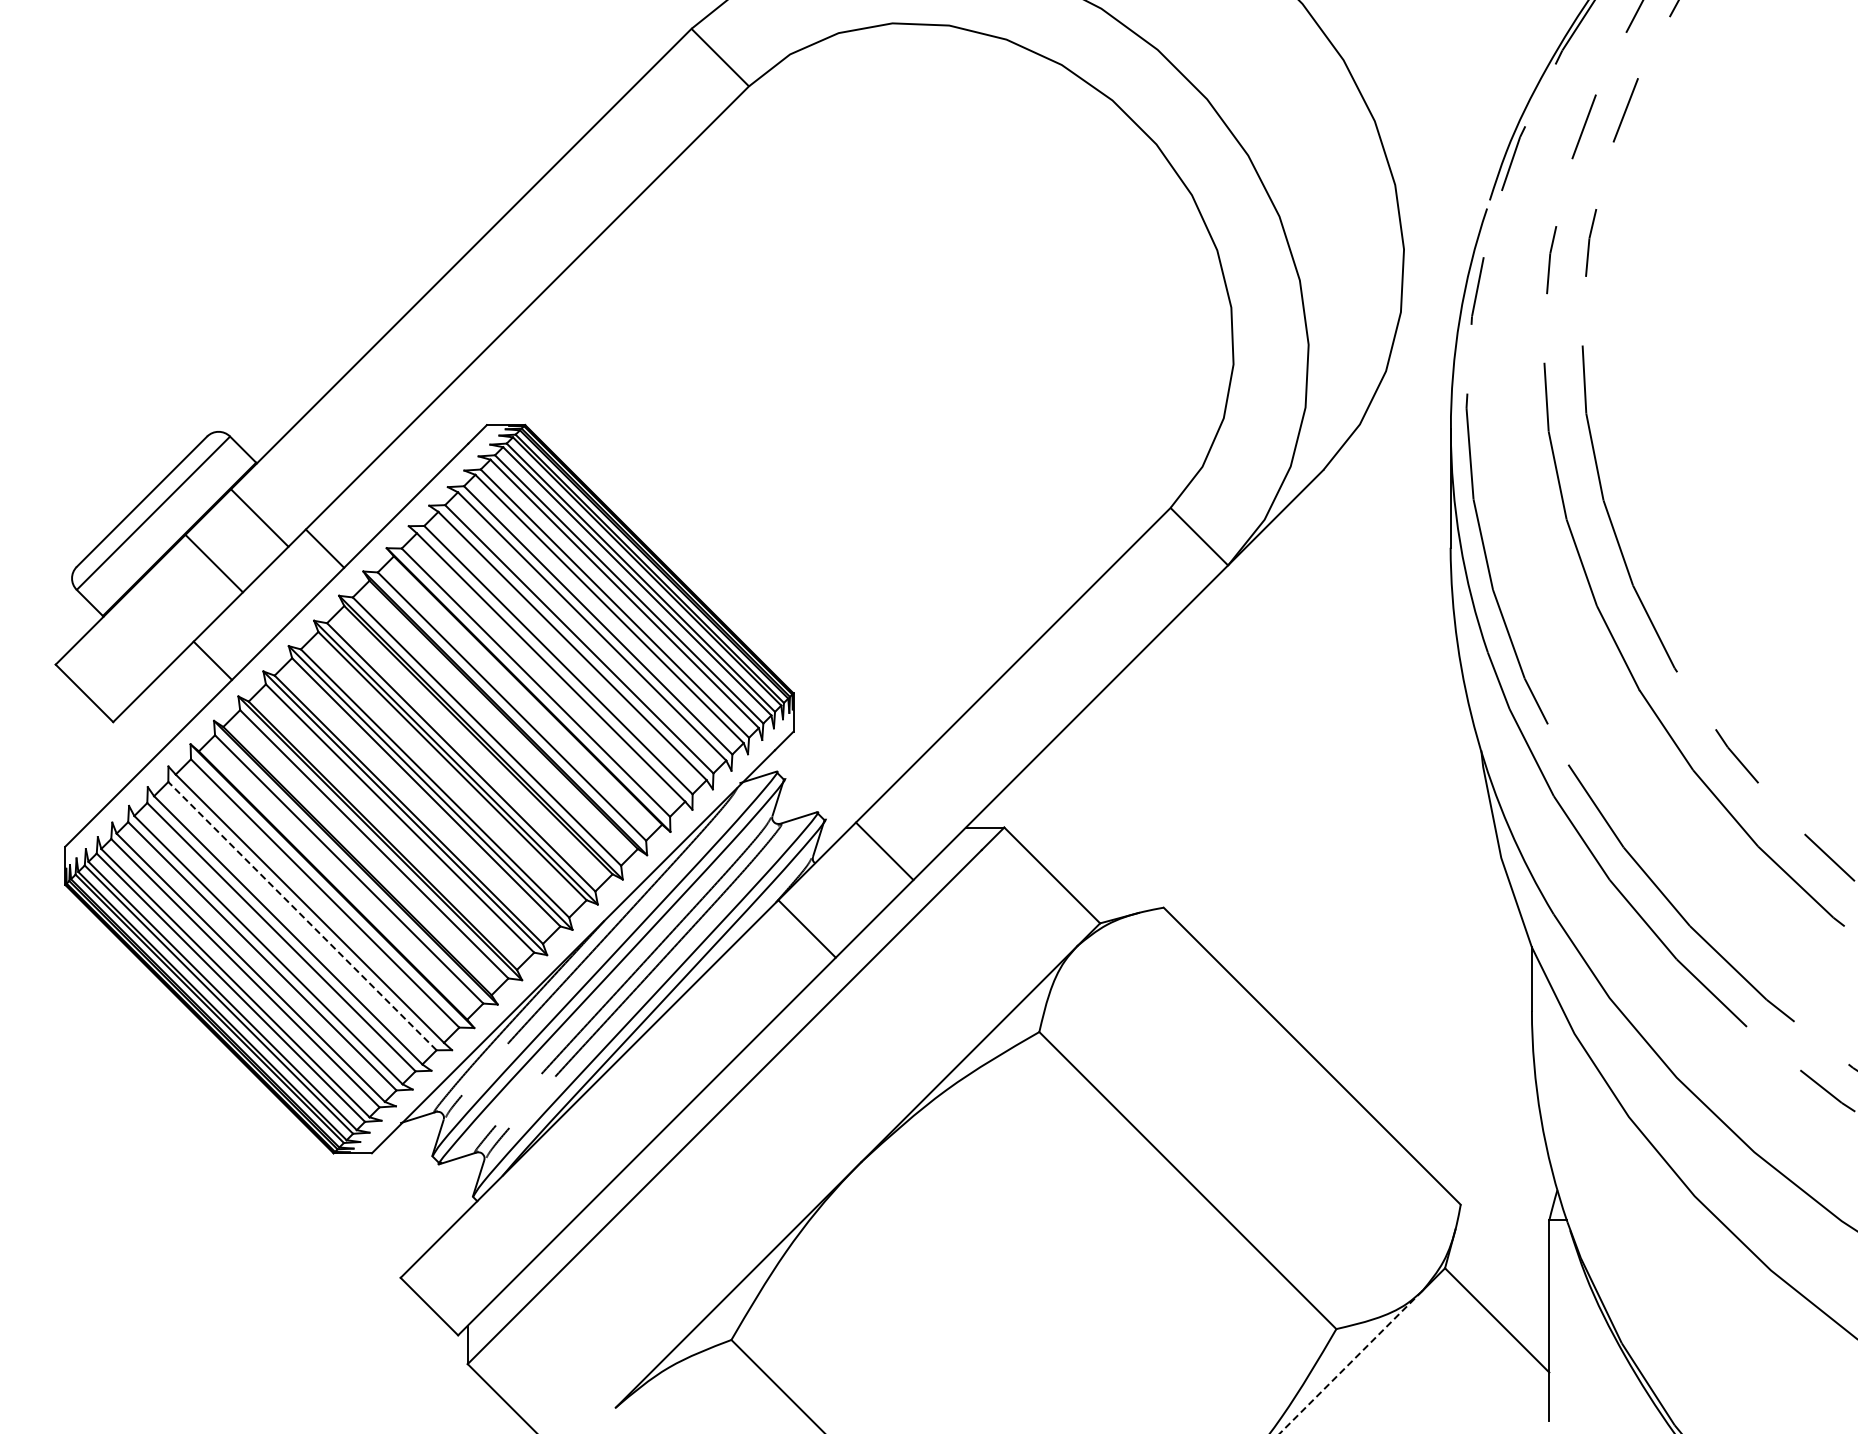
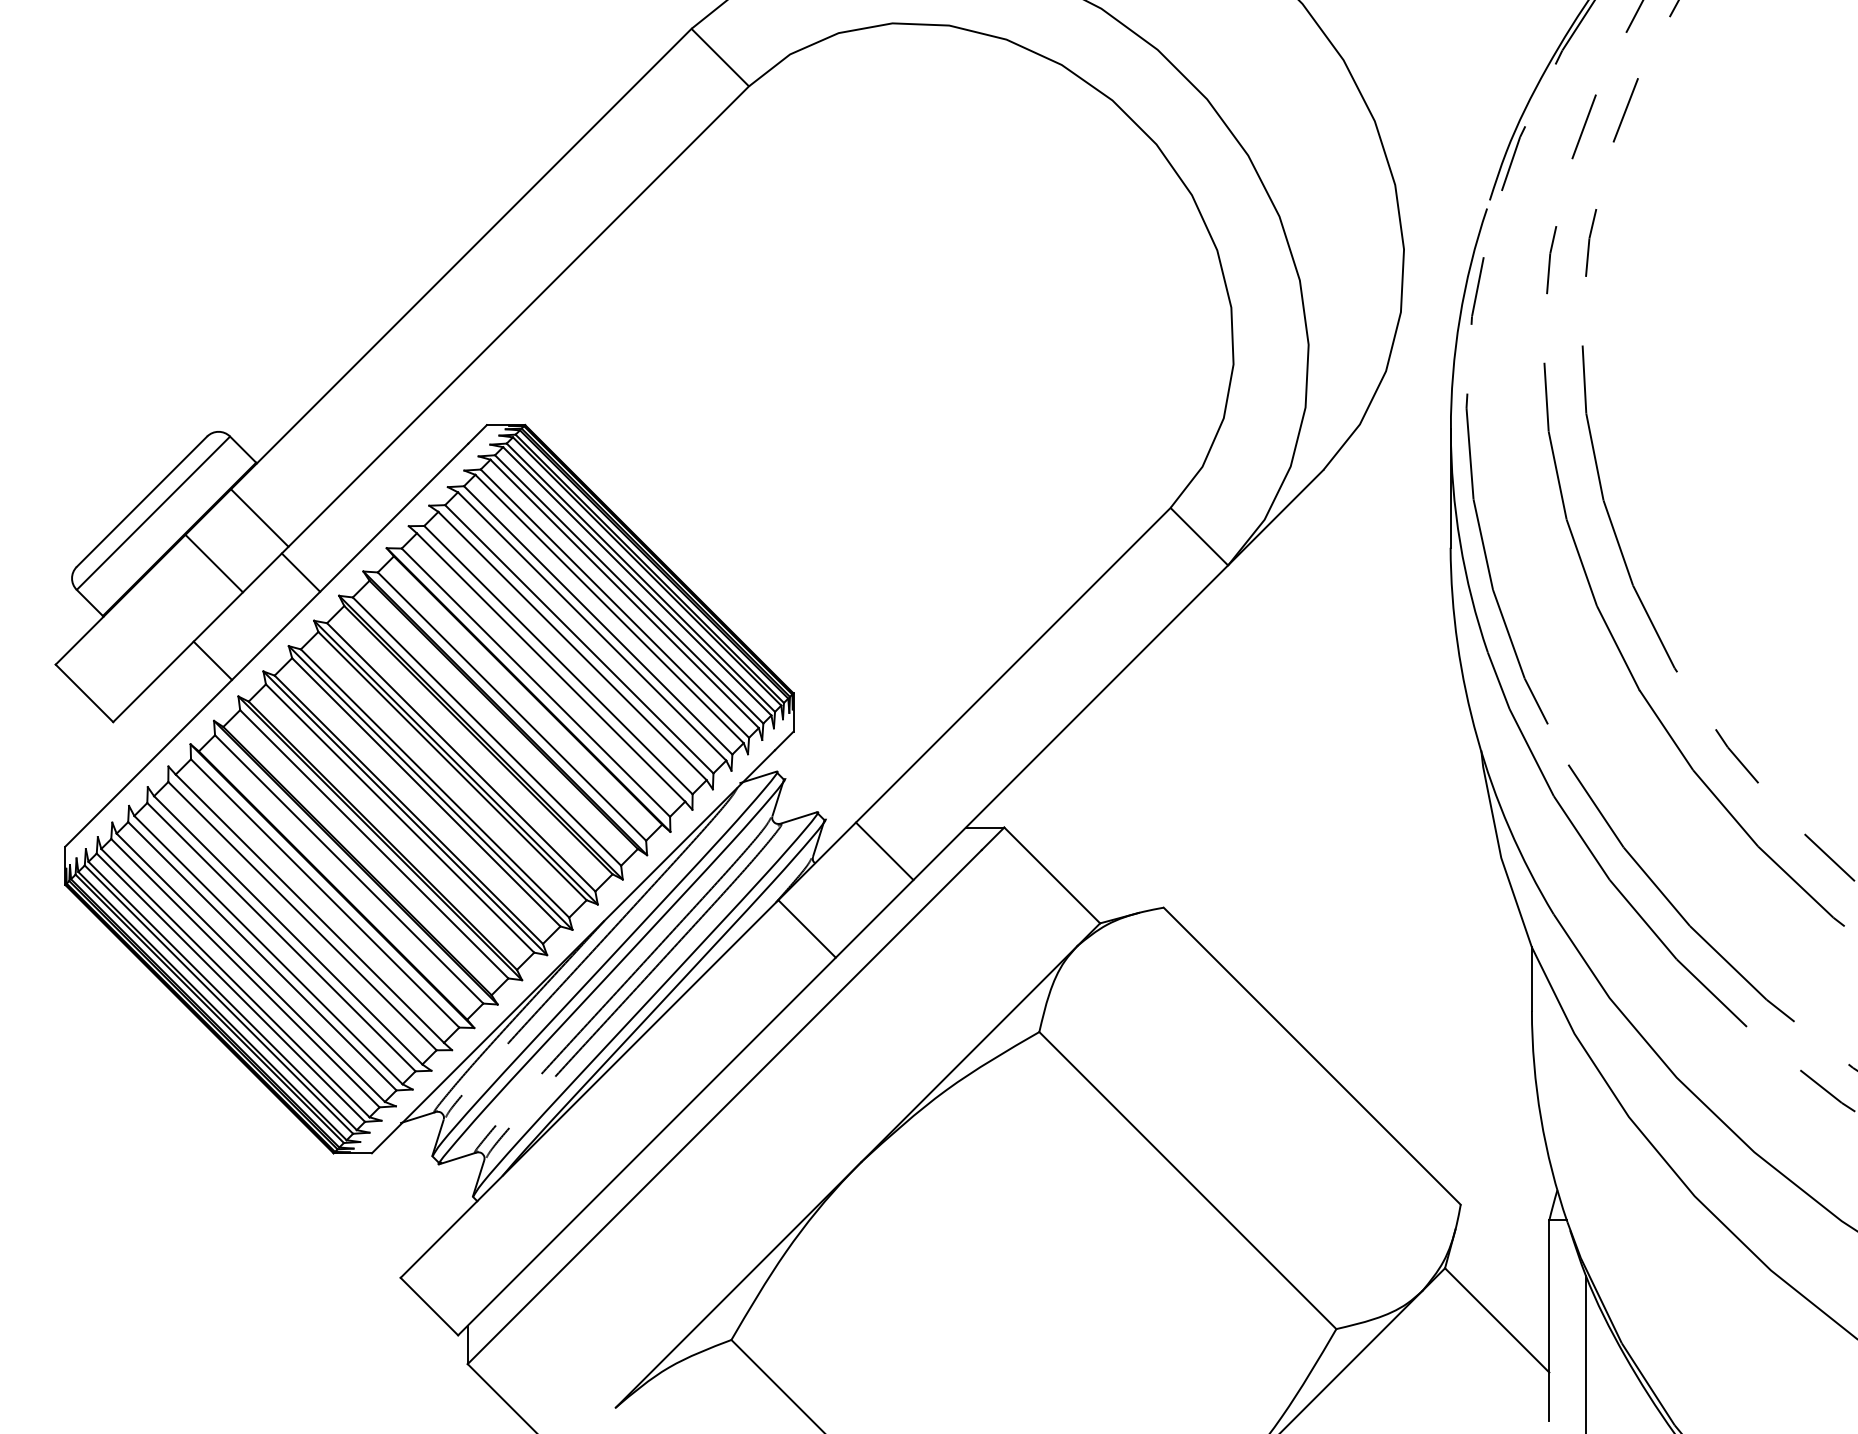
line at (324, 548) position: (324, 548) -> (300, 572)
line at (302, 916): dashed -> solid
line at (1586, 1353): none -> present
line at (1351, 1362): dashed -> solid
